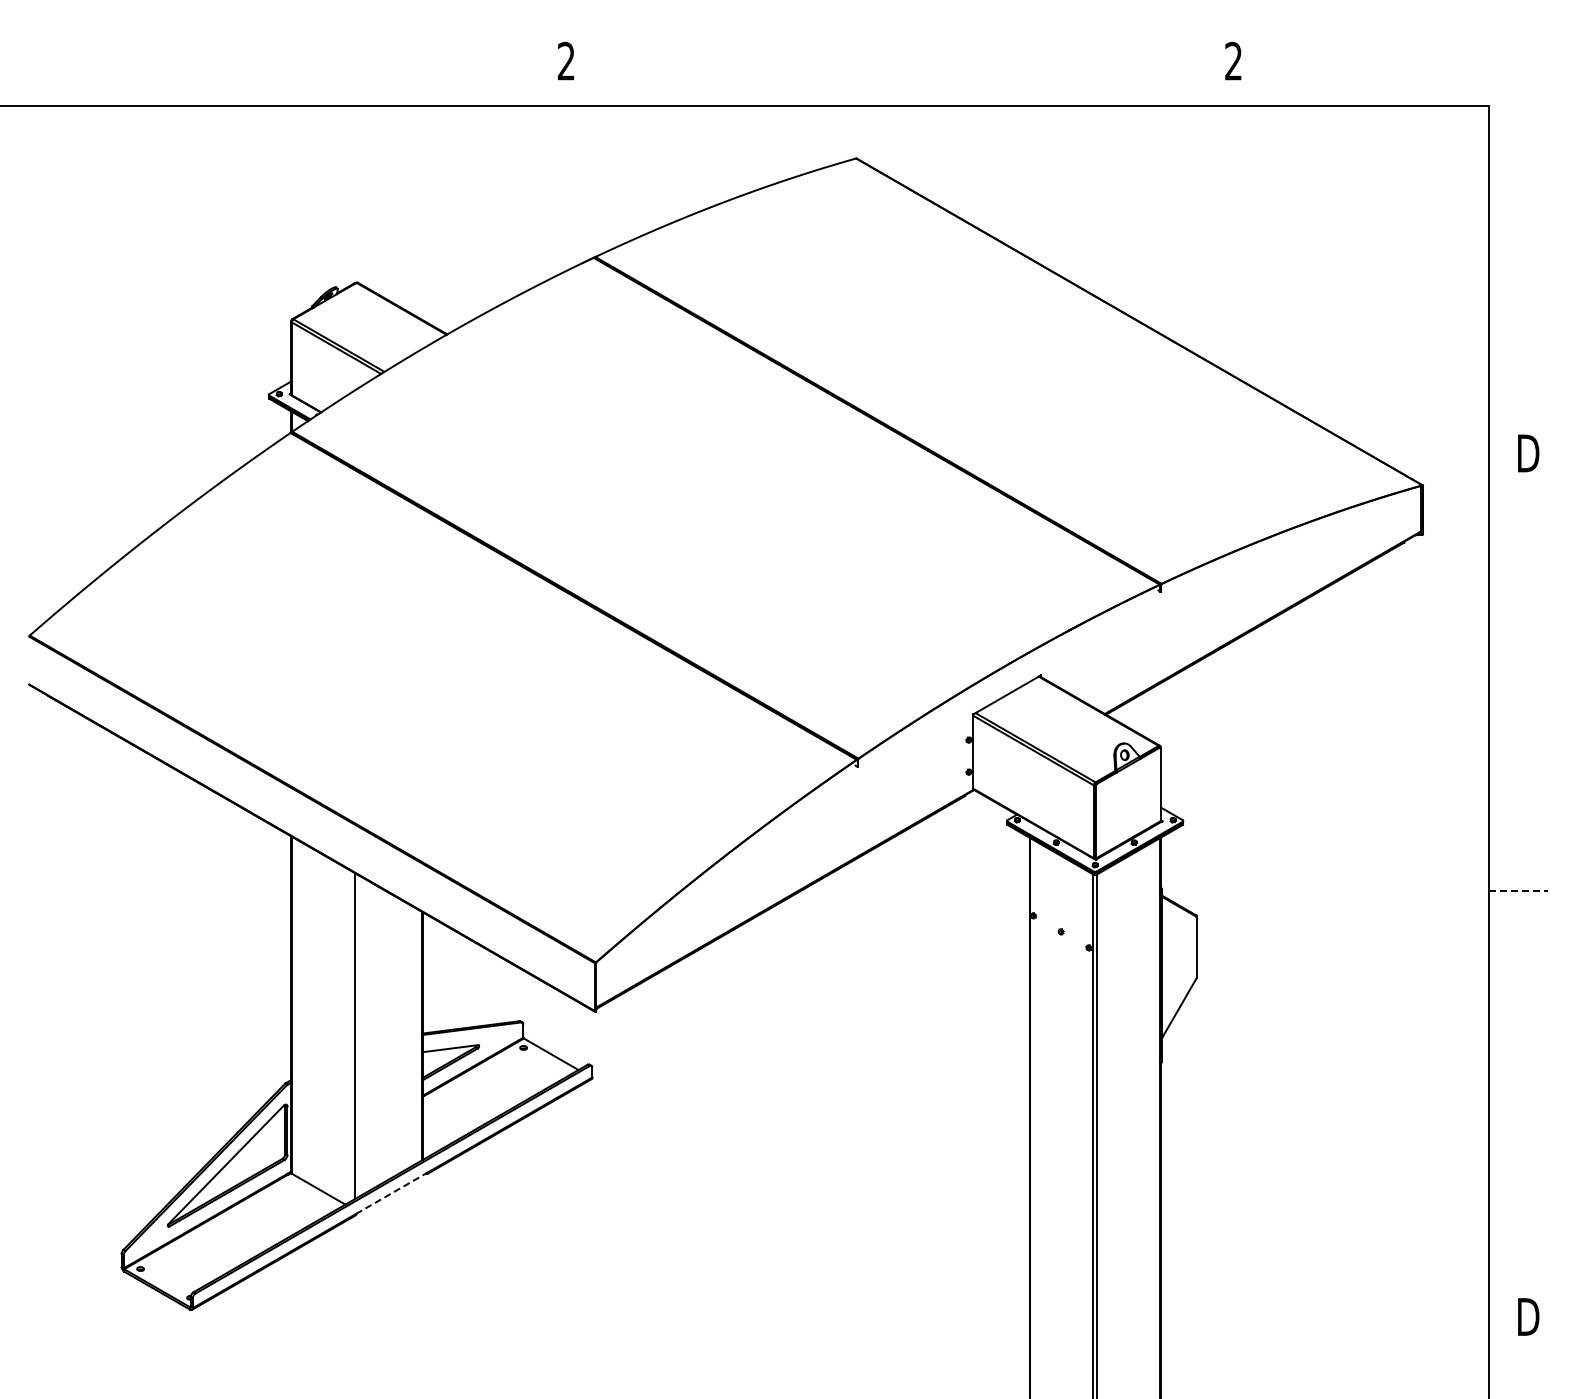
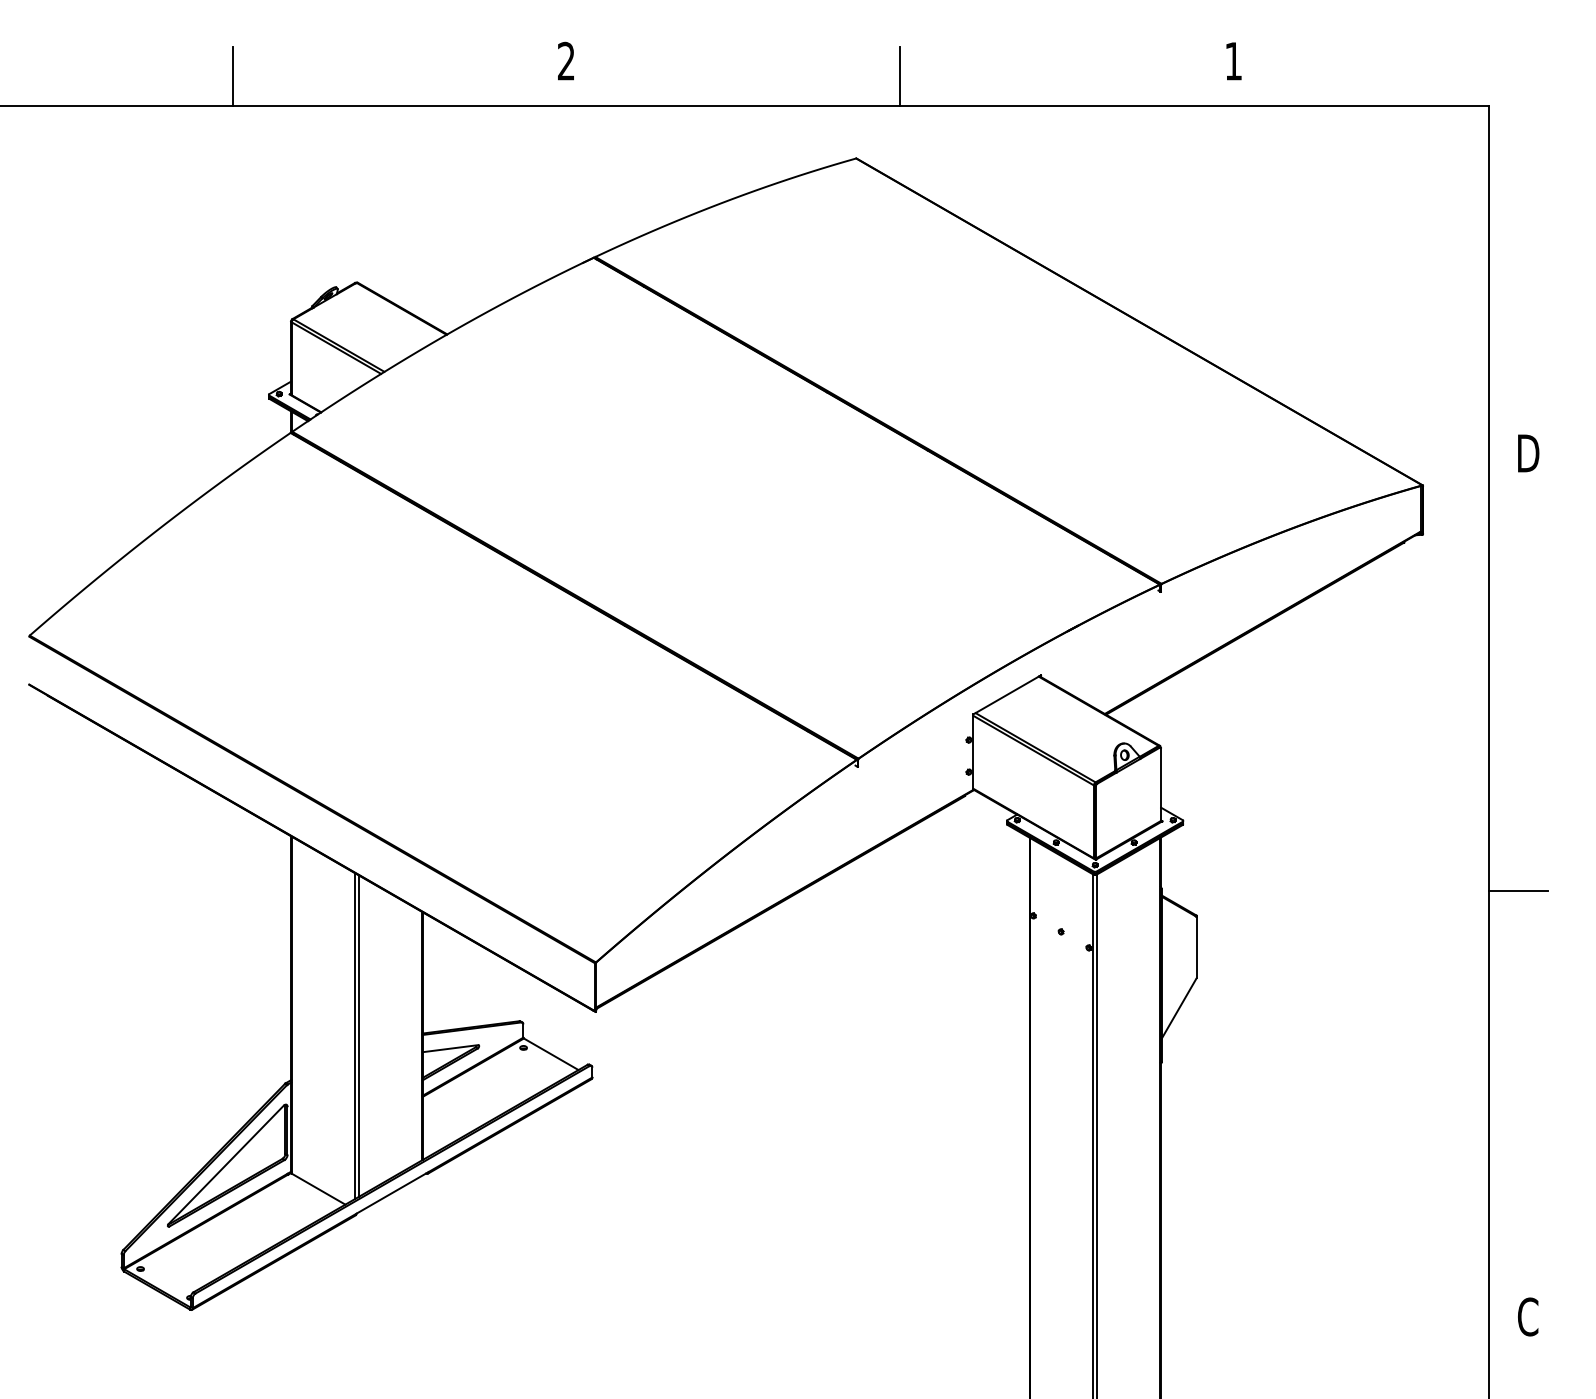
text at (1233, 60): 2 -> 1
line at (233, 75): none -> present
line at (900, 75): none -> present
line at (1519, 890): dashed -> solid
line at (358, 1035): none -> present
line at (392, 1192): dashed -> solid
text at (1528, 1316): D -> C
